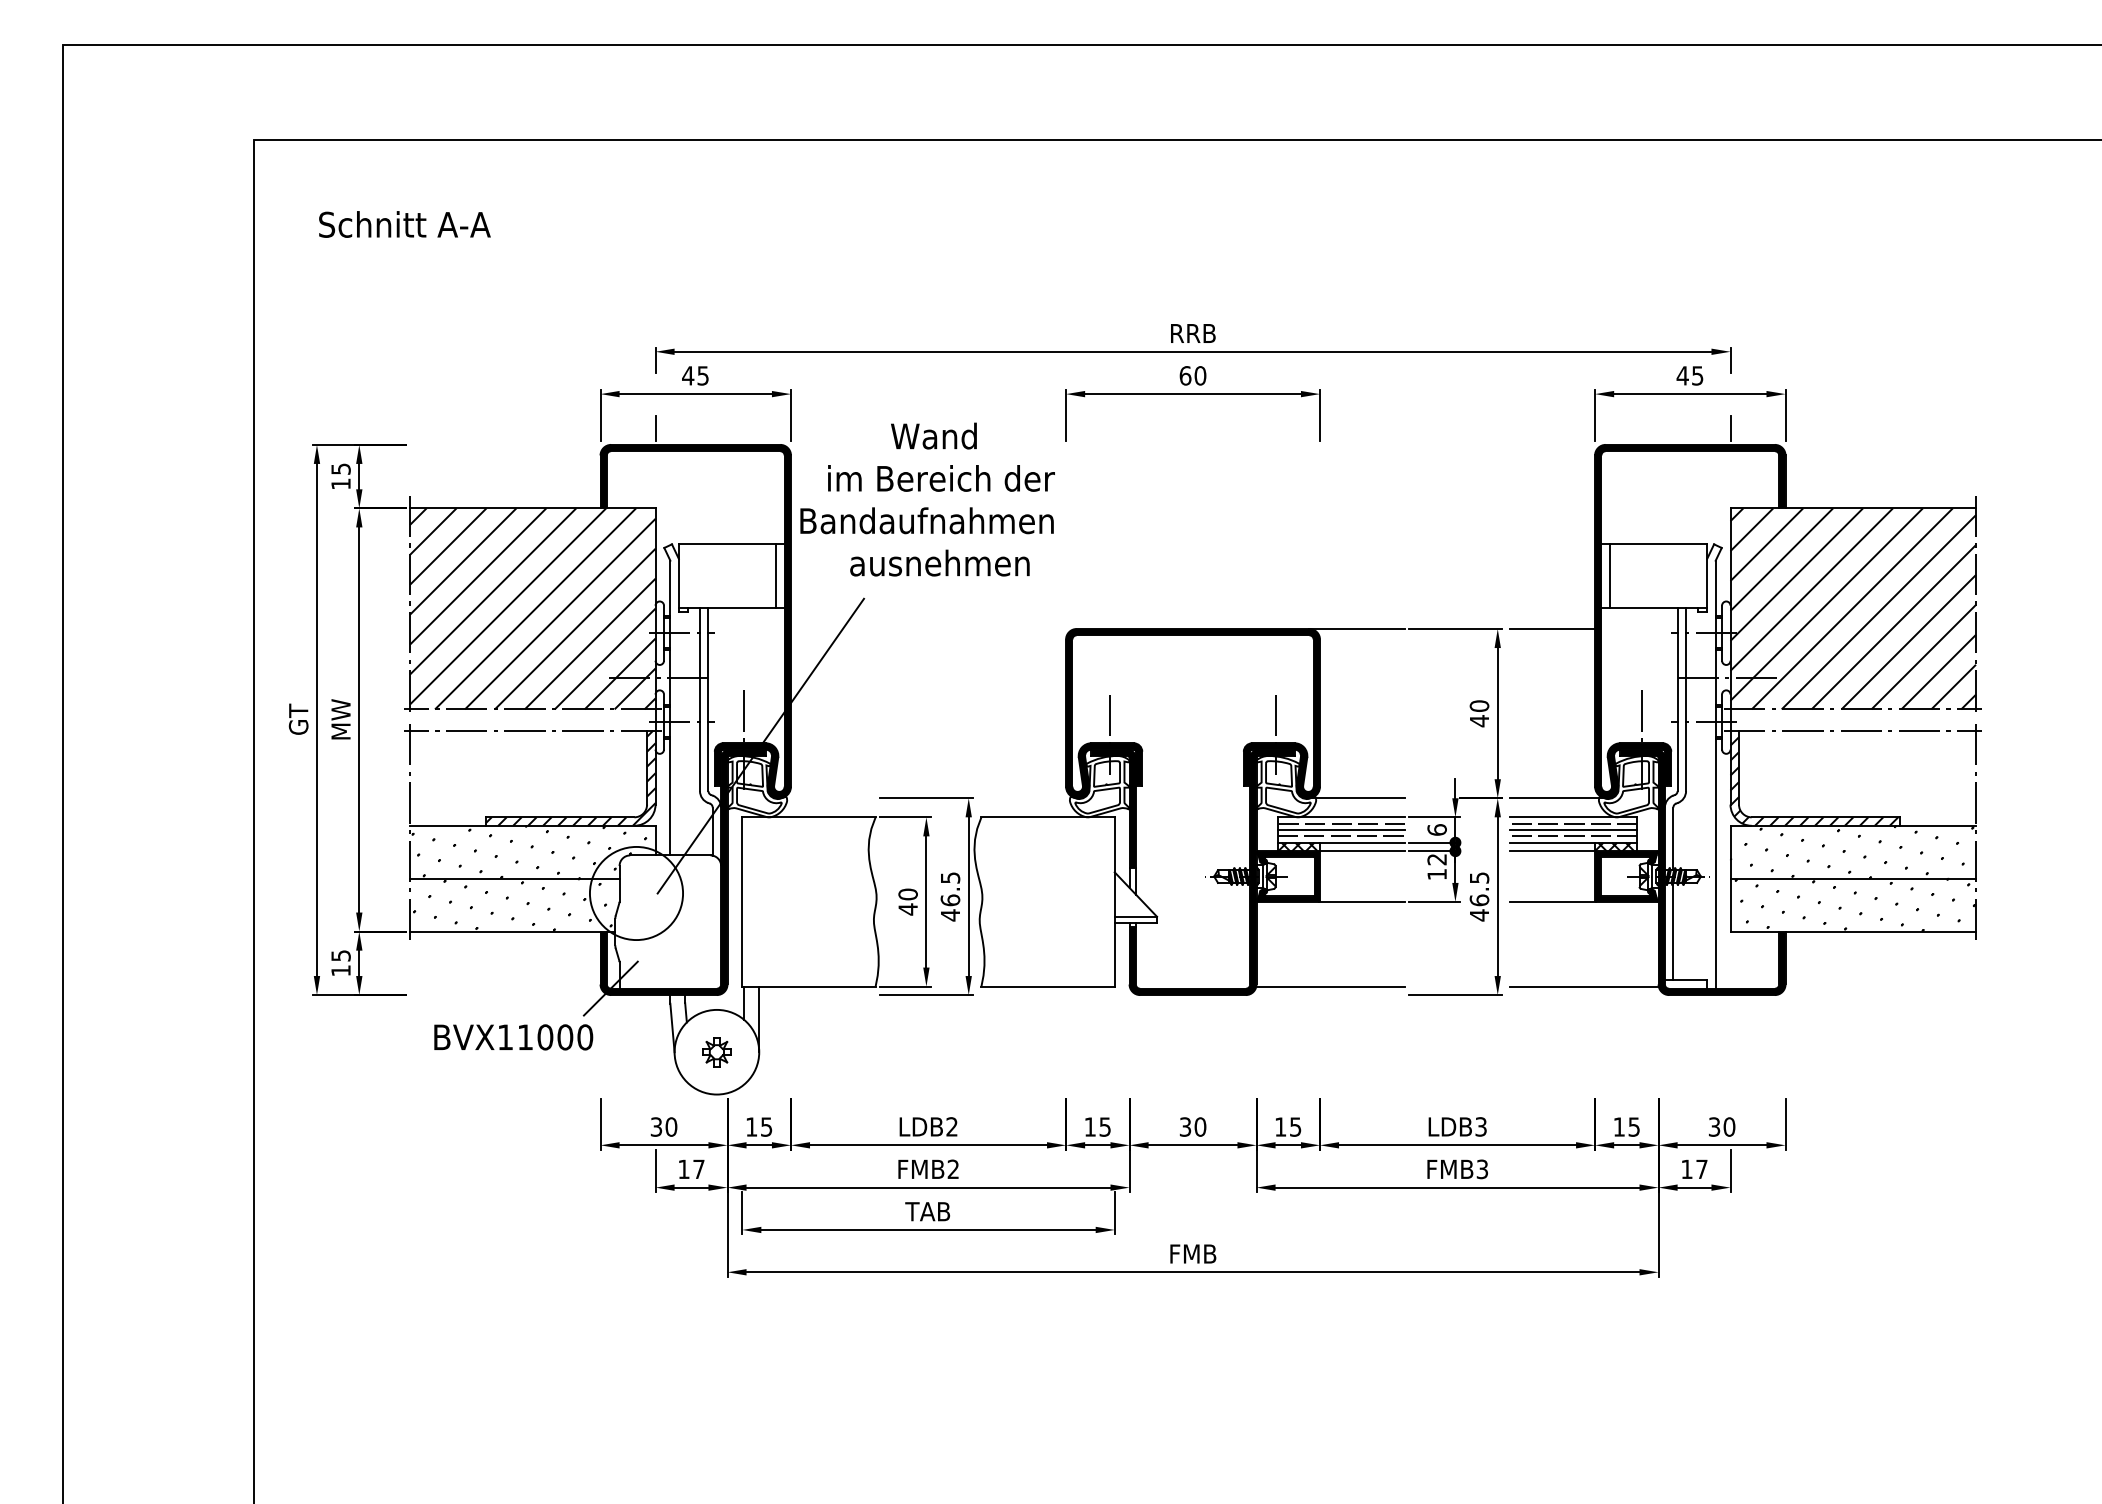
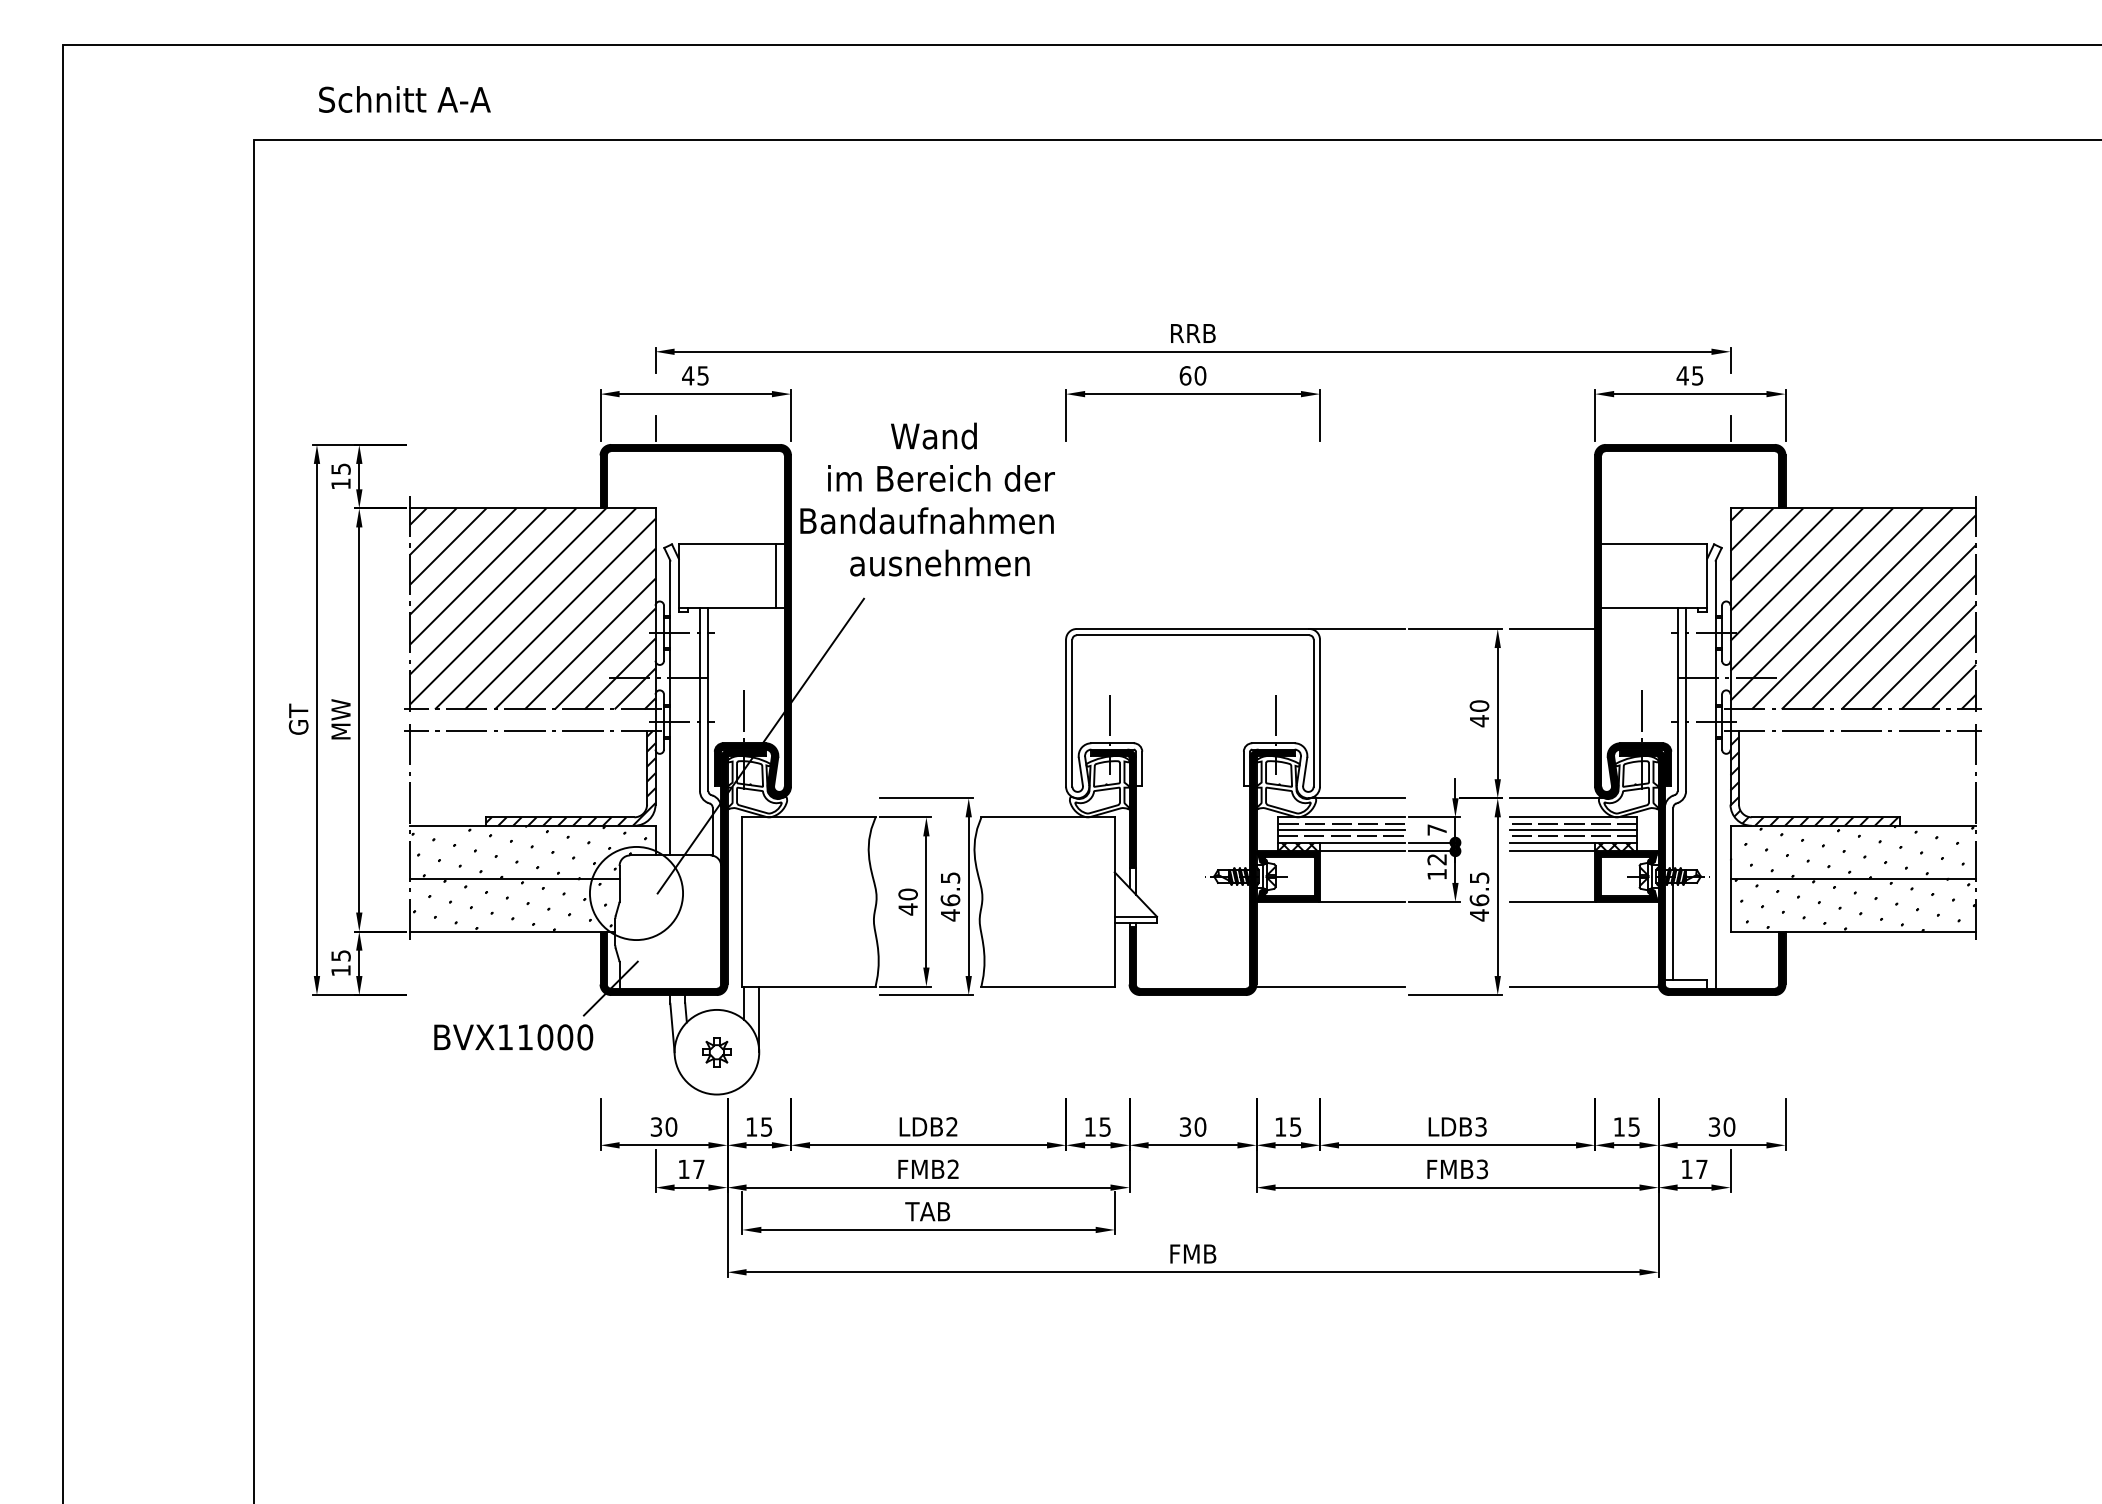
text at (404, 224) position: (404, 224) -> (404, 99)
line at (1609, 575): present -> none
fill at (1193, 713): present -> none
text at (1436, 829): 6 -> 7
